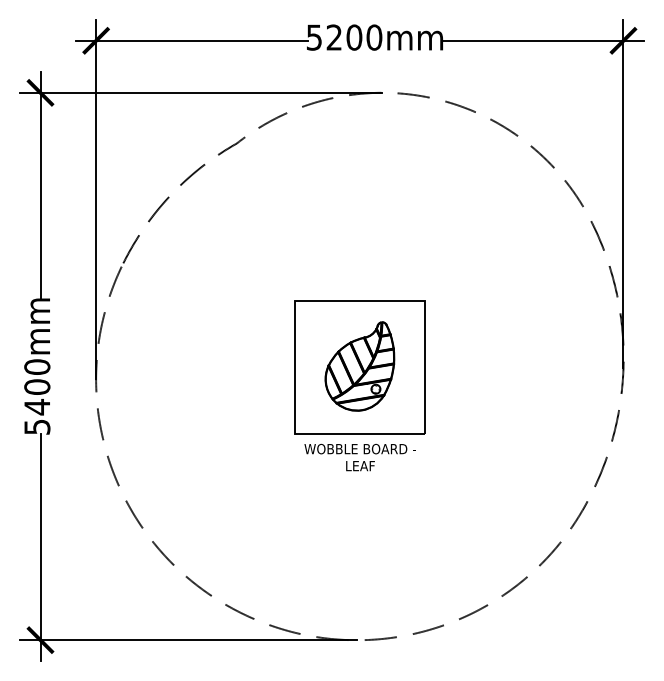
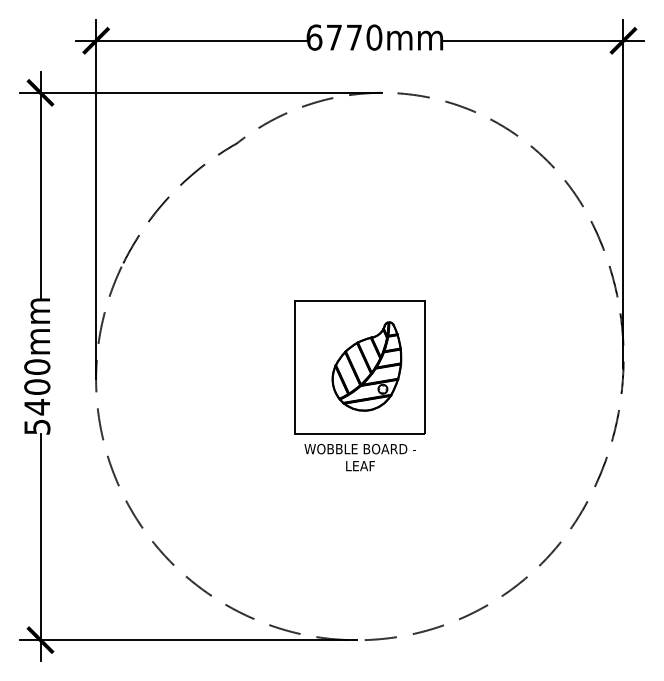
text at (334, 37): 5200mm -> 6770mm
part at (359, 366) position: (359, 366) -> (366, 366)
